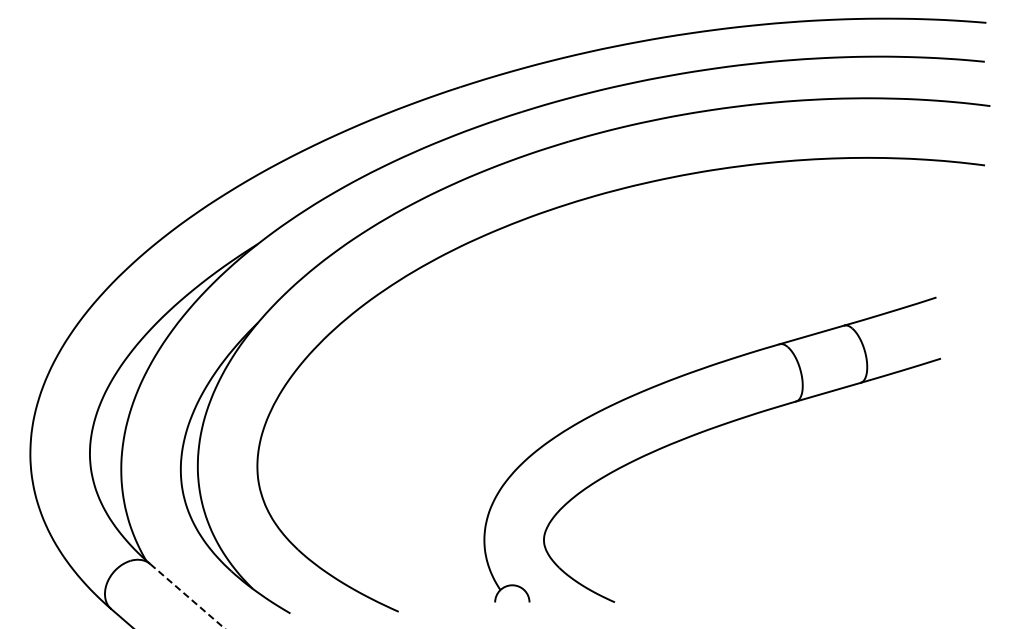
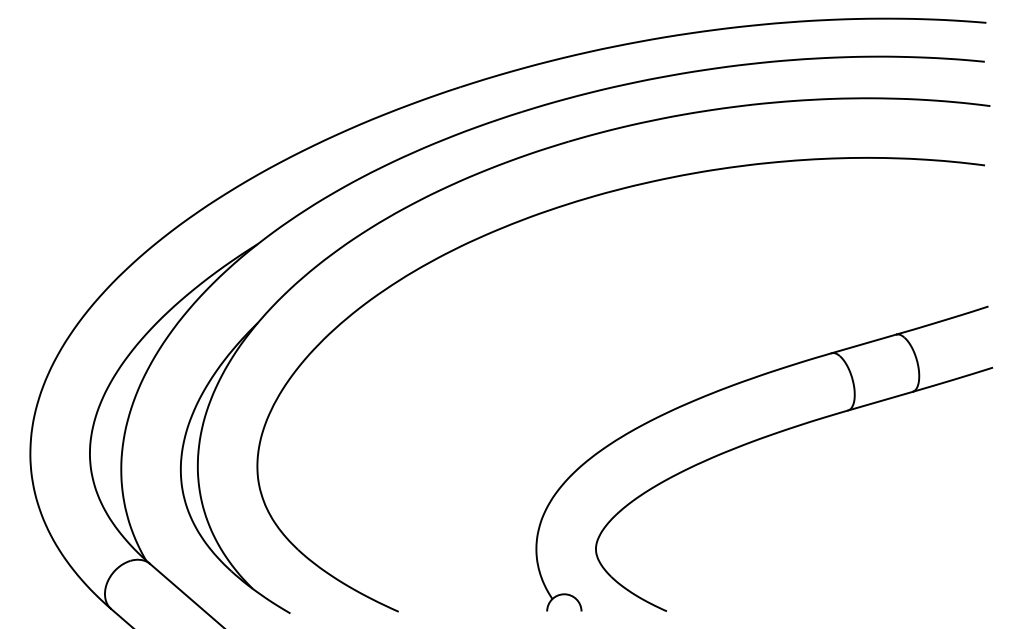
part at (707, 431) position: (707, 431) -> (759, 440)
line at (187, 596): dashed -> solid
